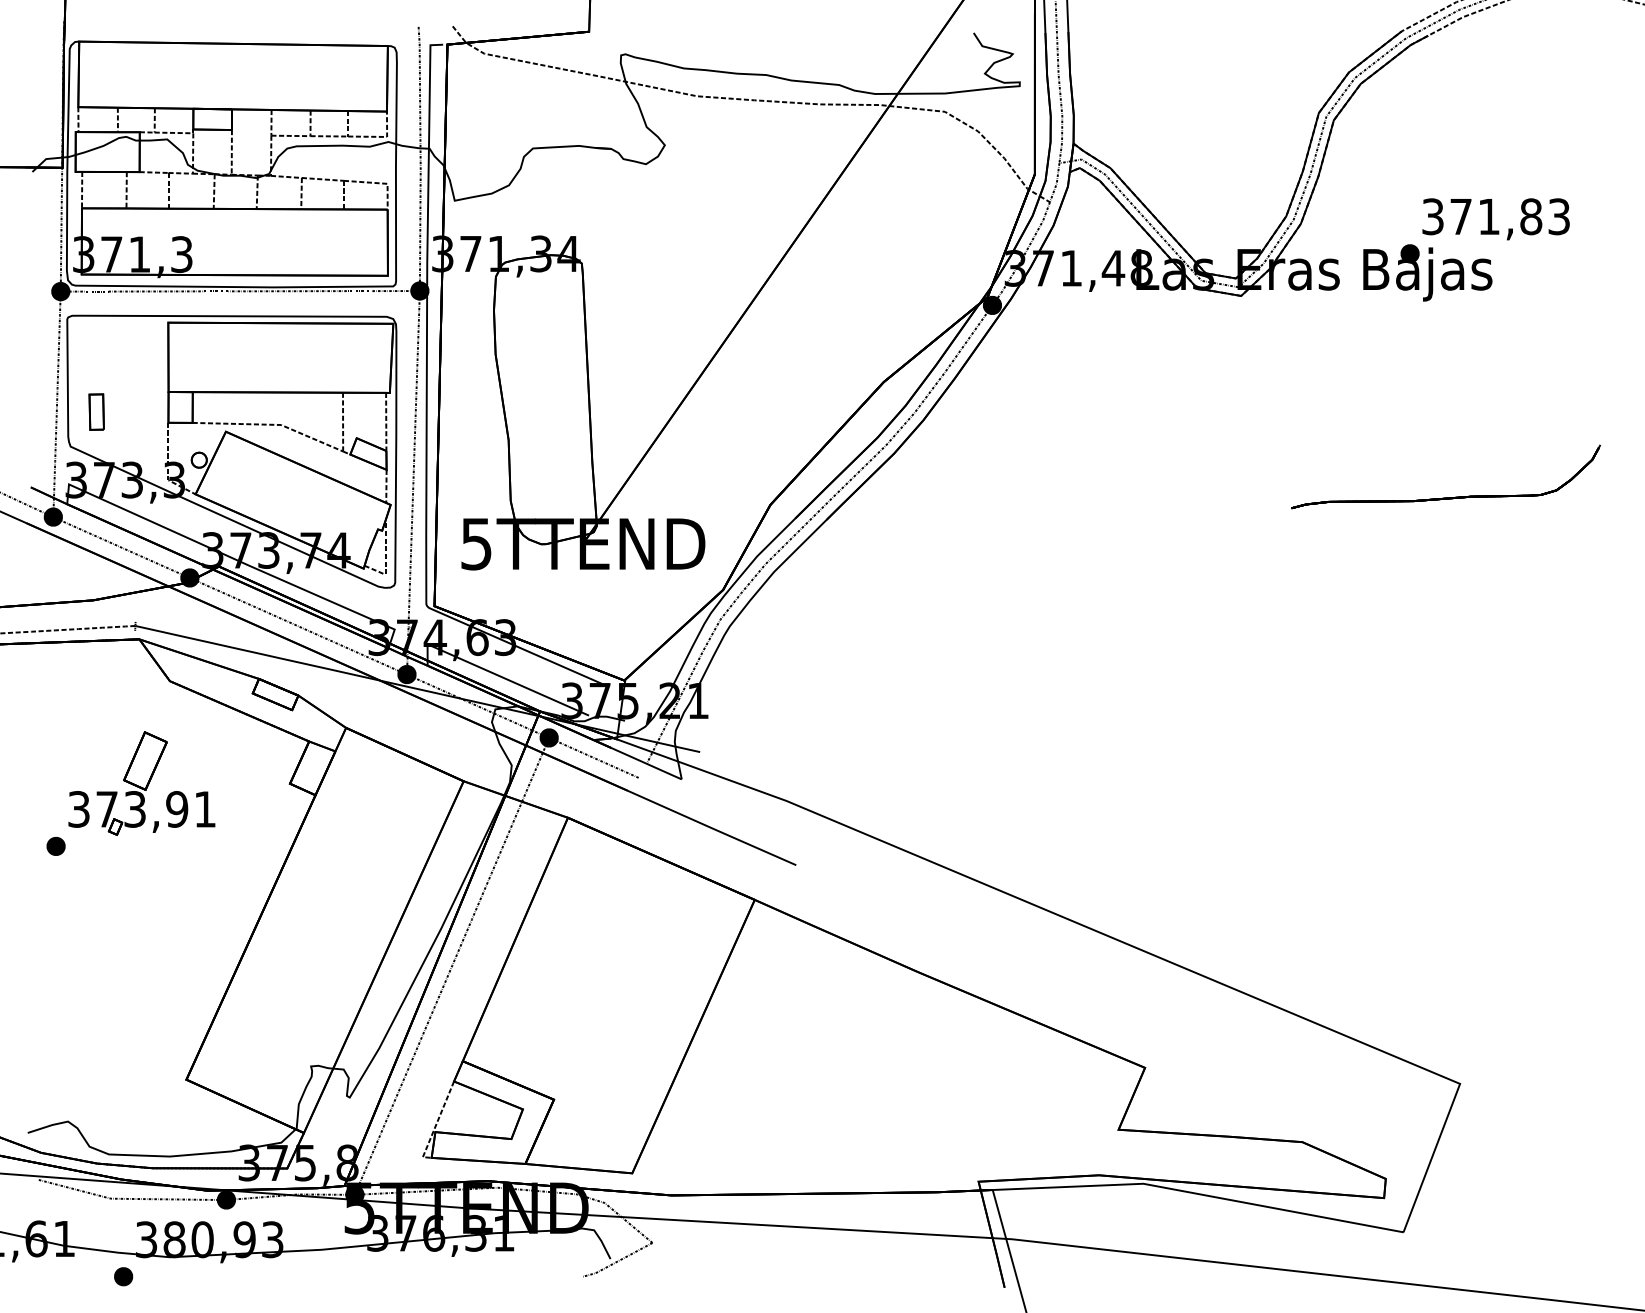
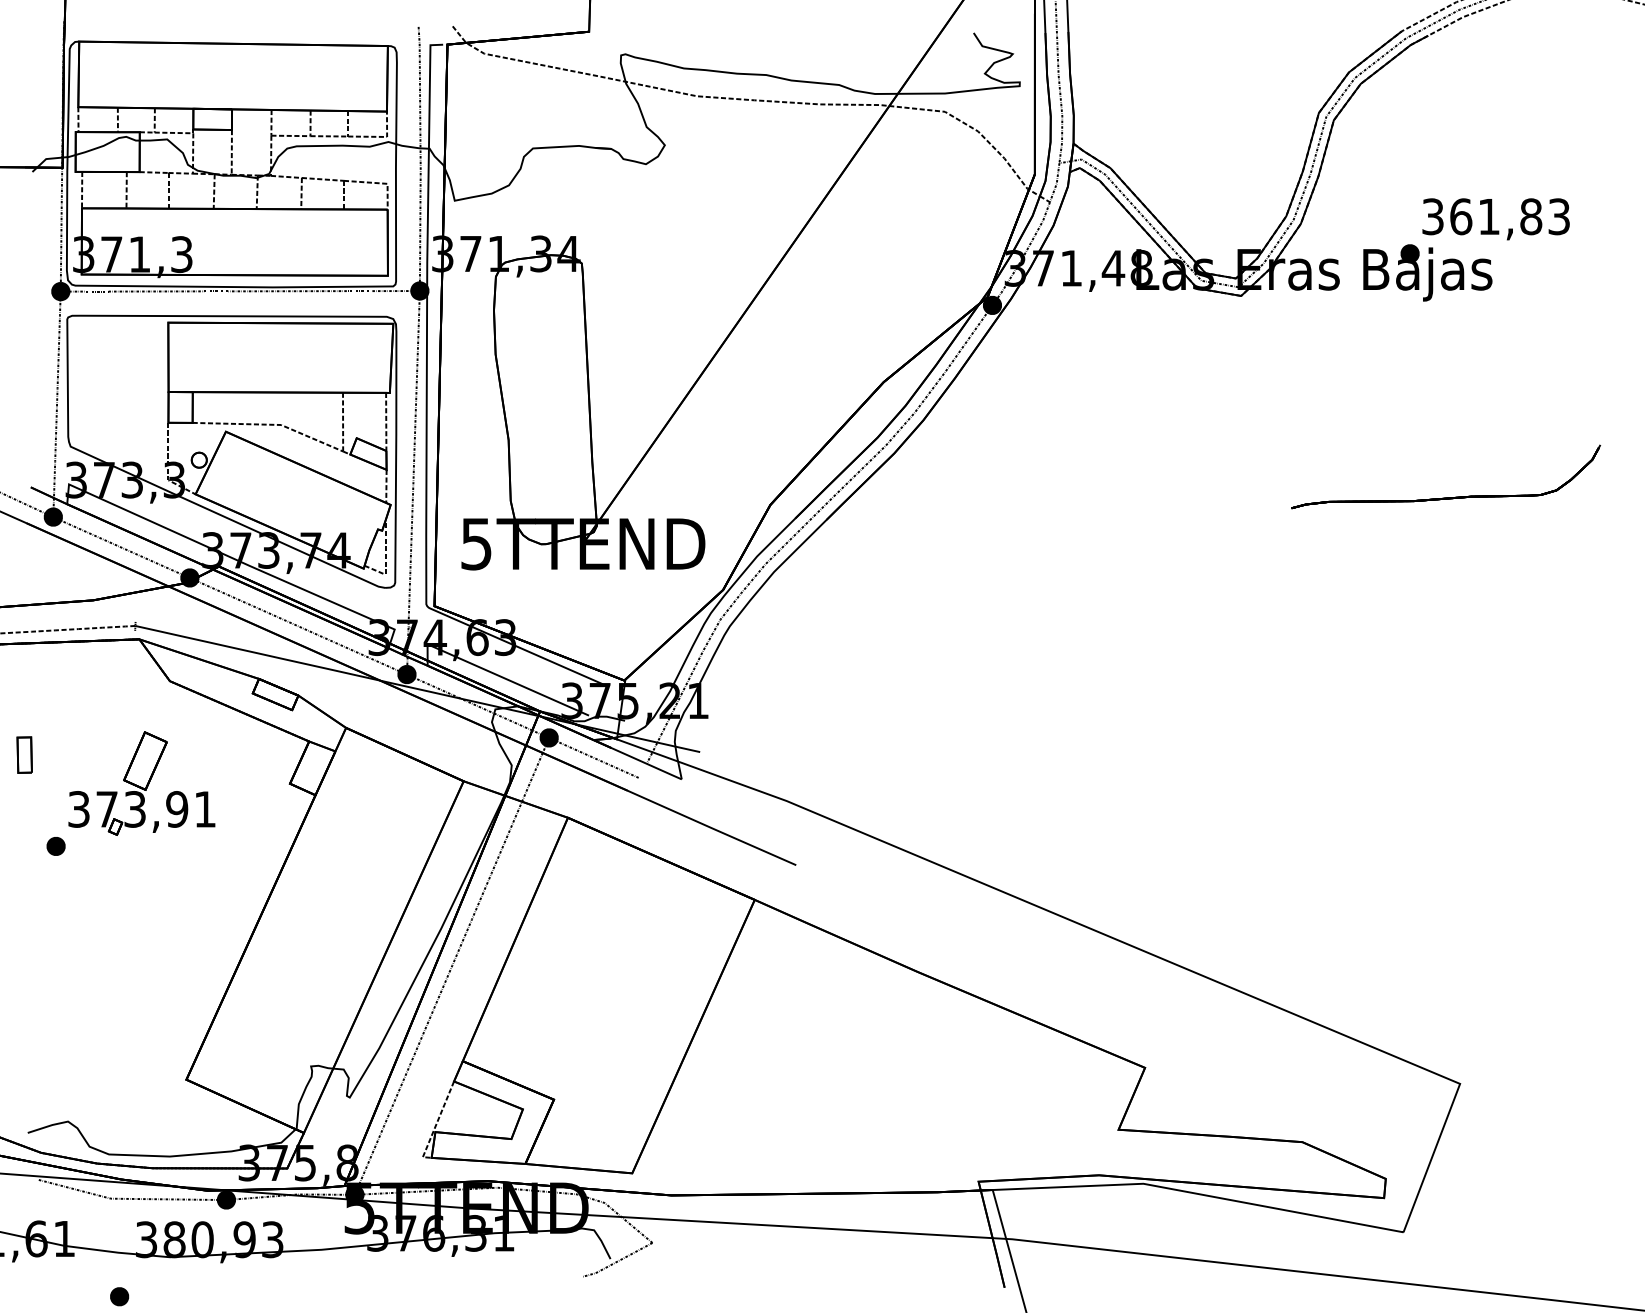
text at (1461, 216): 371,83 -> 361,83
part at (96, 411) position: (96, 411) -> (24, 754)
part at (123, 1276) position: (123, 1276) -> (119, 1296)
